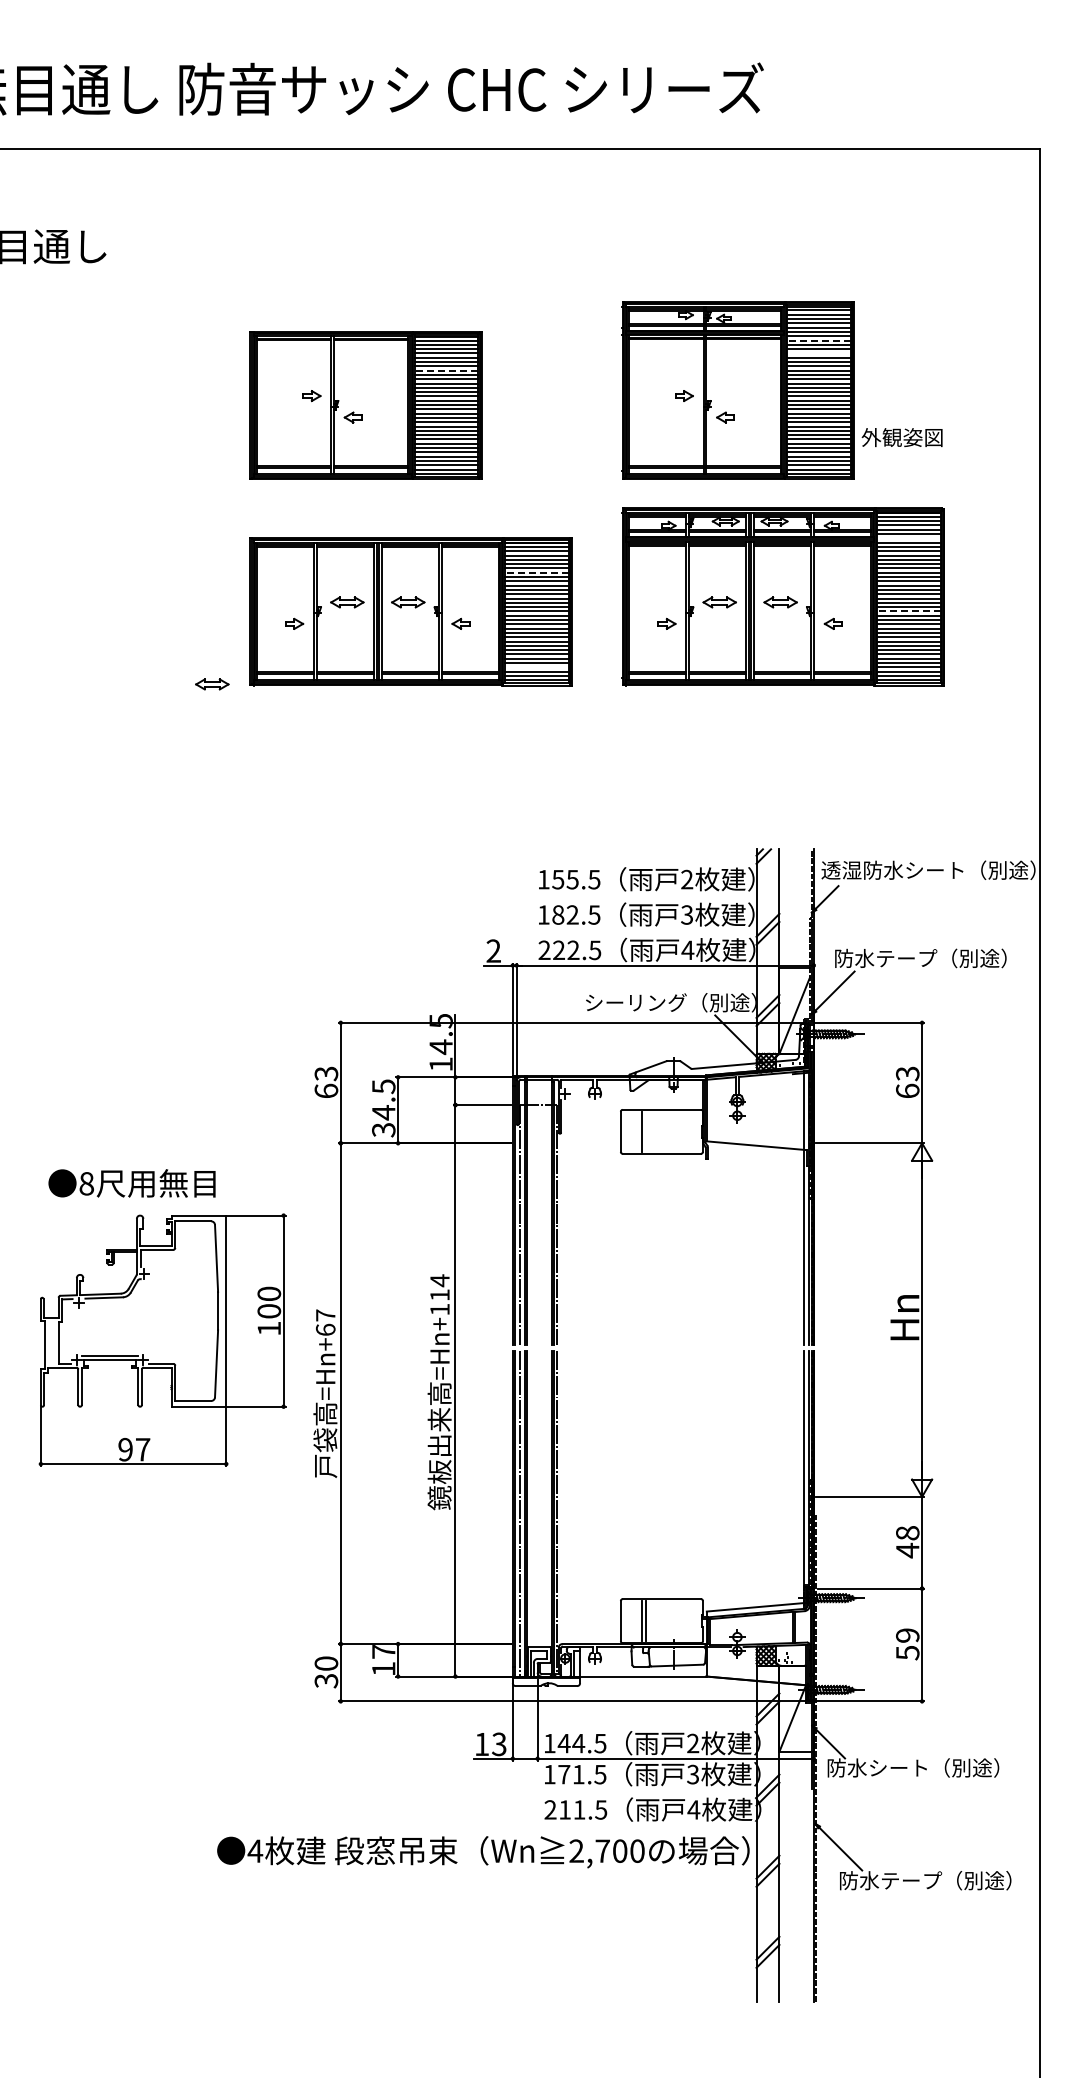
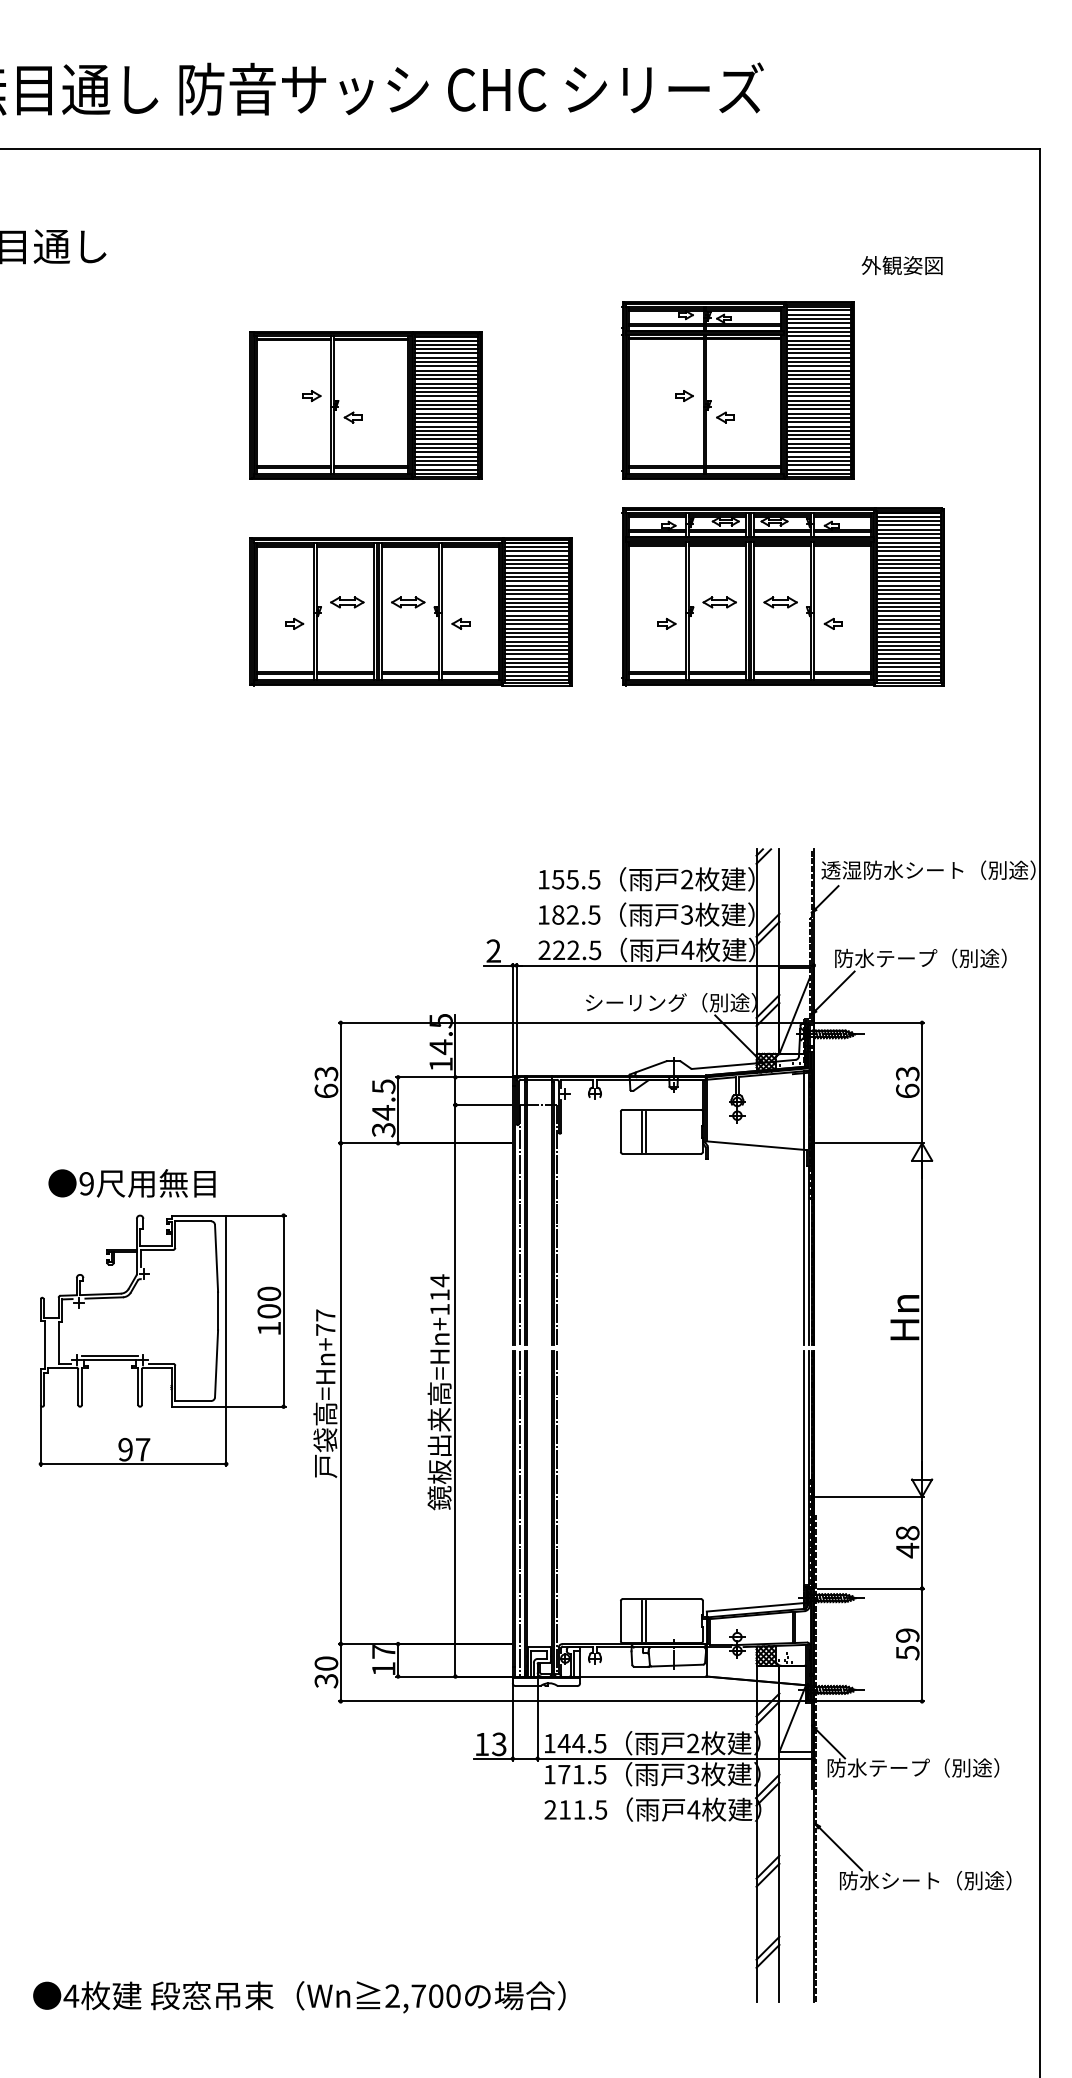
line at (818, 340): dashed -> solid
line at (818, 353): none -> present
line at (446, 370): dashed -> solid
text at (901, 437) position: (901, 437) -> (901, 265)
line at (908, 538): none -> present
line at (536, 572): dashed -> solid
line at (909, 611): dashed -> solid
line at (536, 667): none -> present
part at (212, 684): present -> none
line at (646, 1131): none -> present
text at (86, 1183): 8 -> 9
text at (325, 1329): =Hn+67 -> =Hn+77
text at (899, 1767): 防水シート（別途） -> 防水テープ（別途）
text at (483, 1852) position: (483, 1852) -> (299, 1997)
text at (912, 1880): 防水テープ（別途） -> 防水シート（別途）
